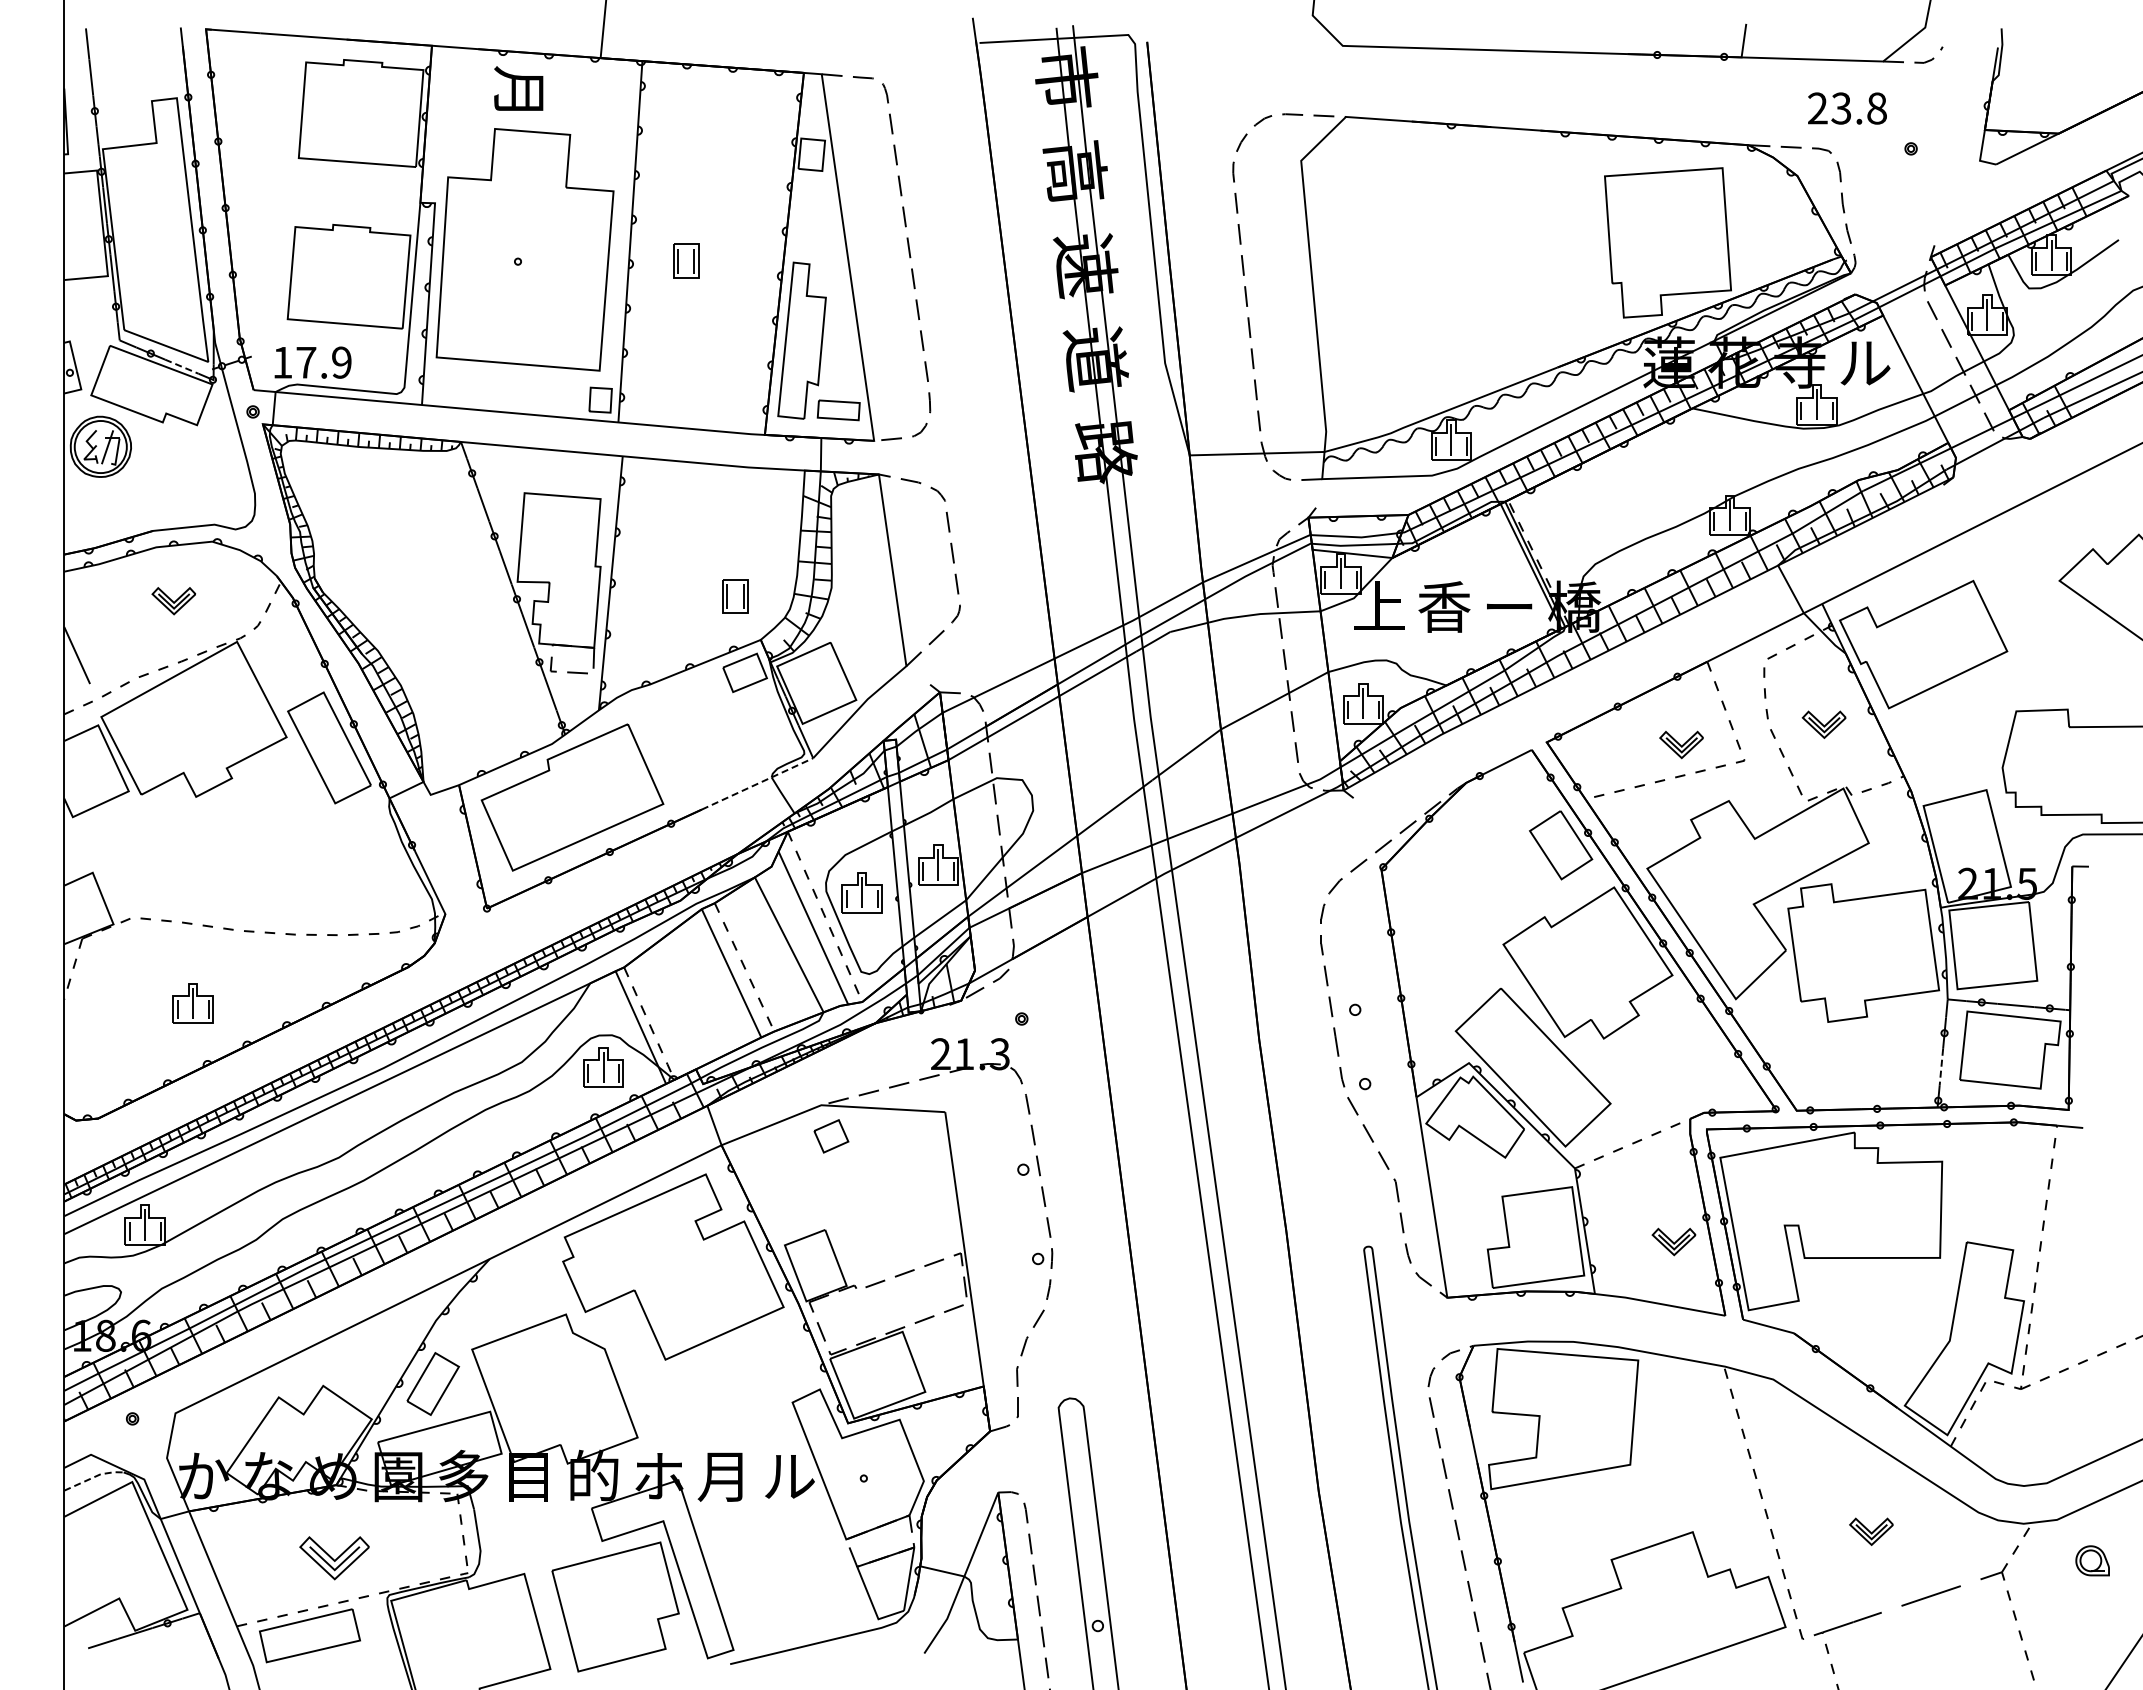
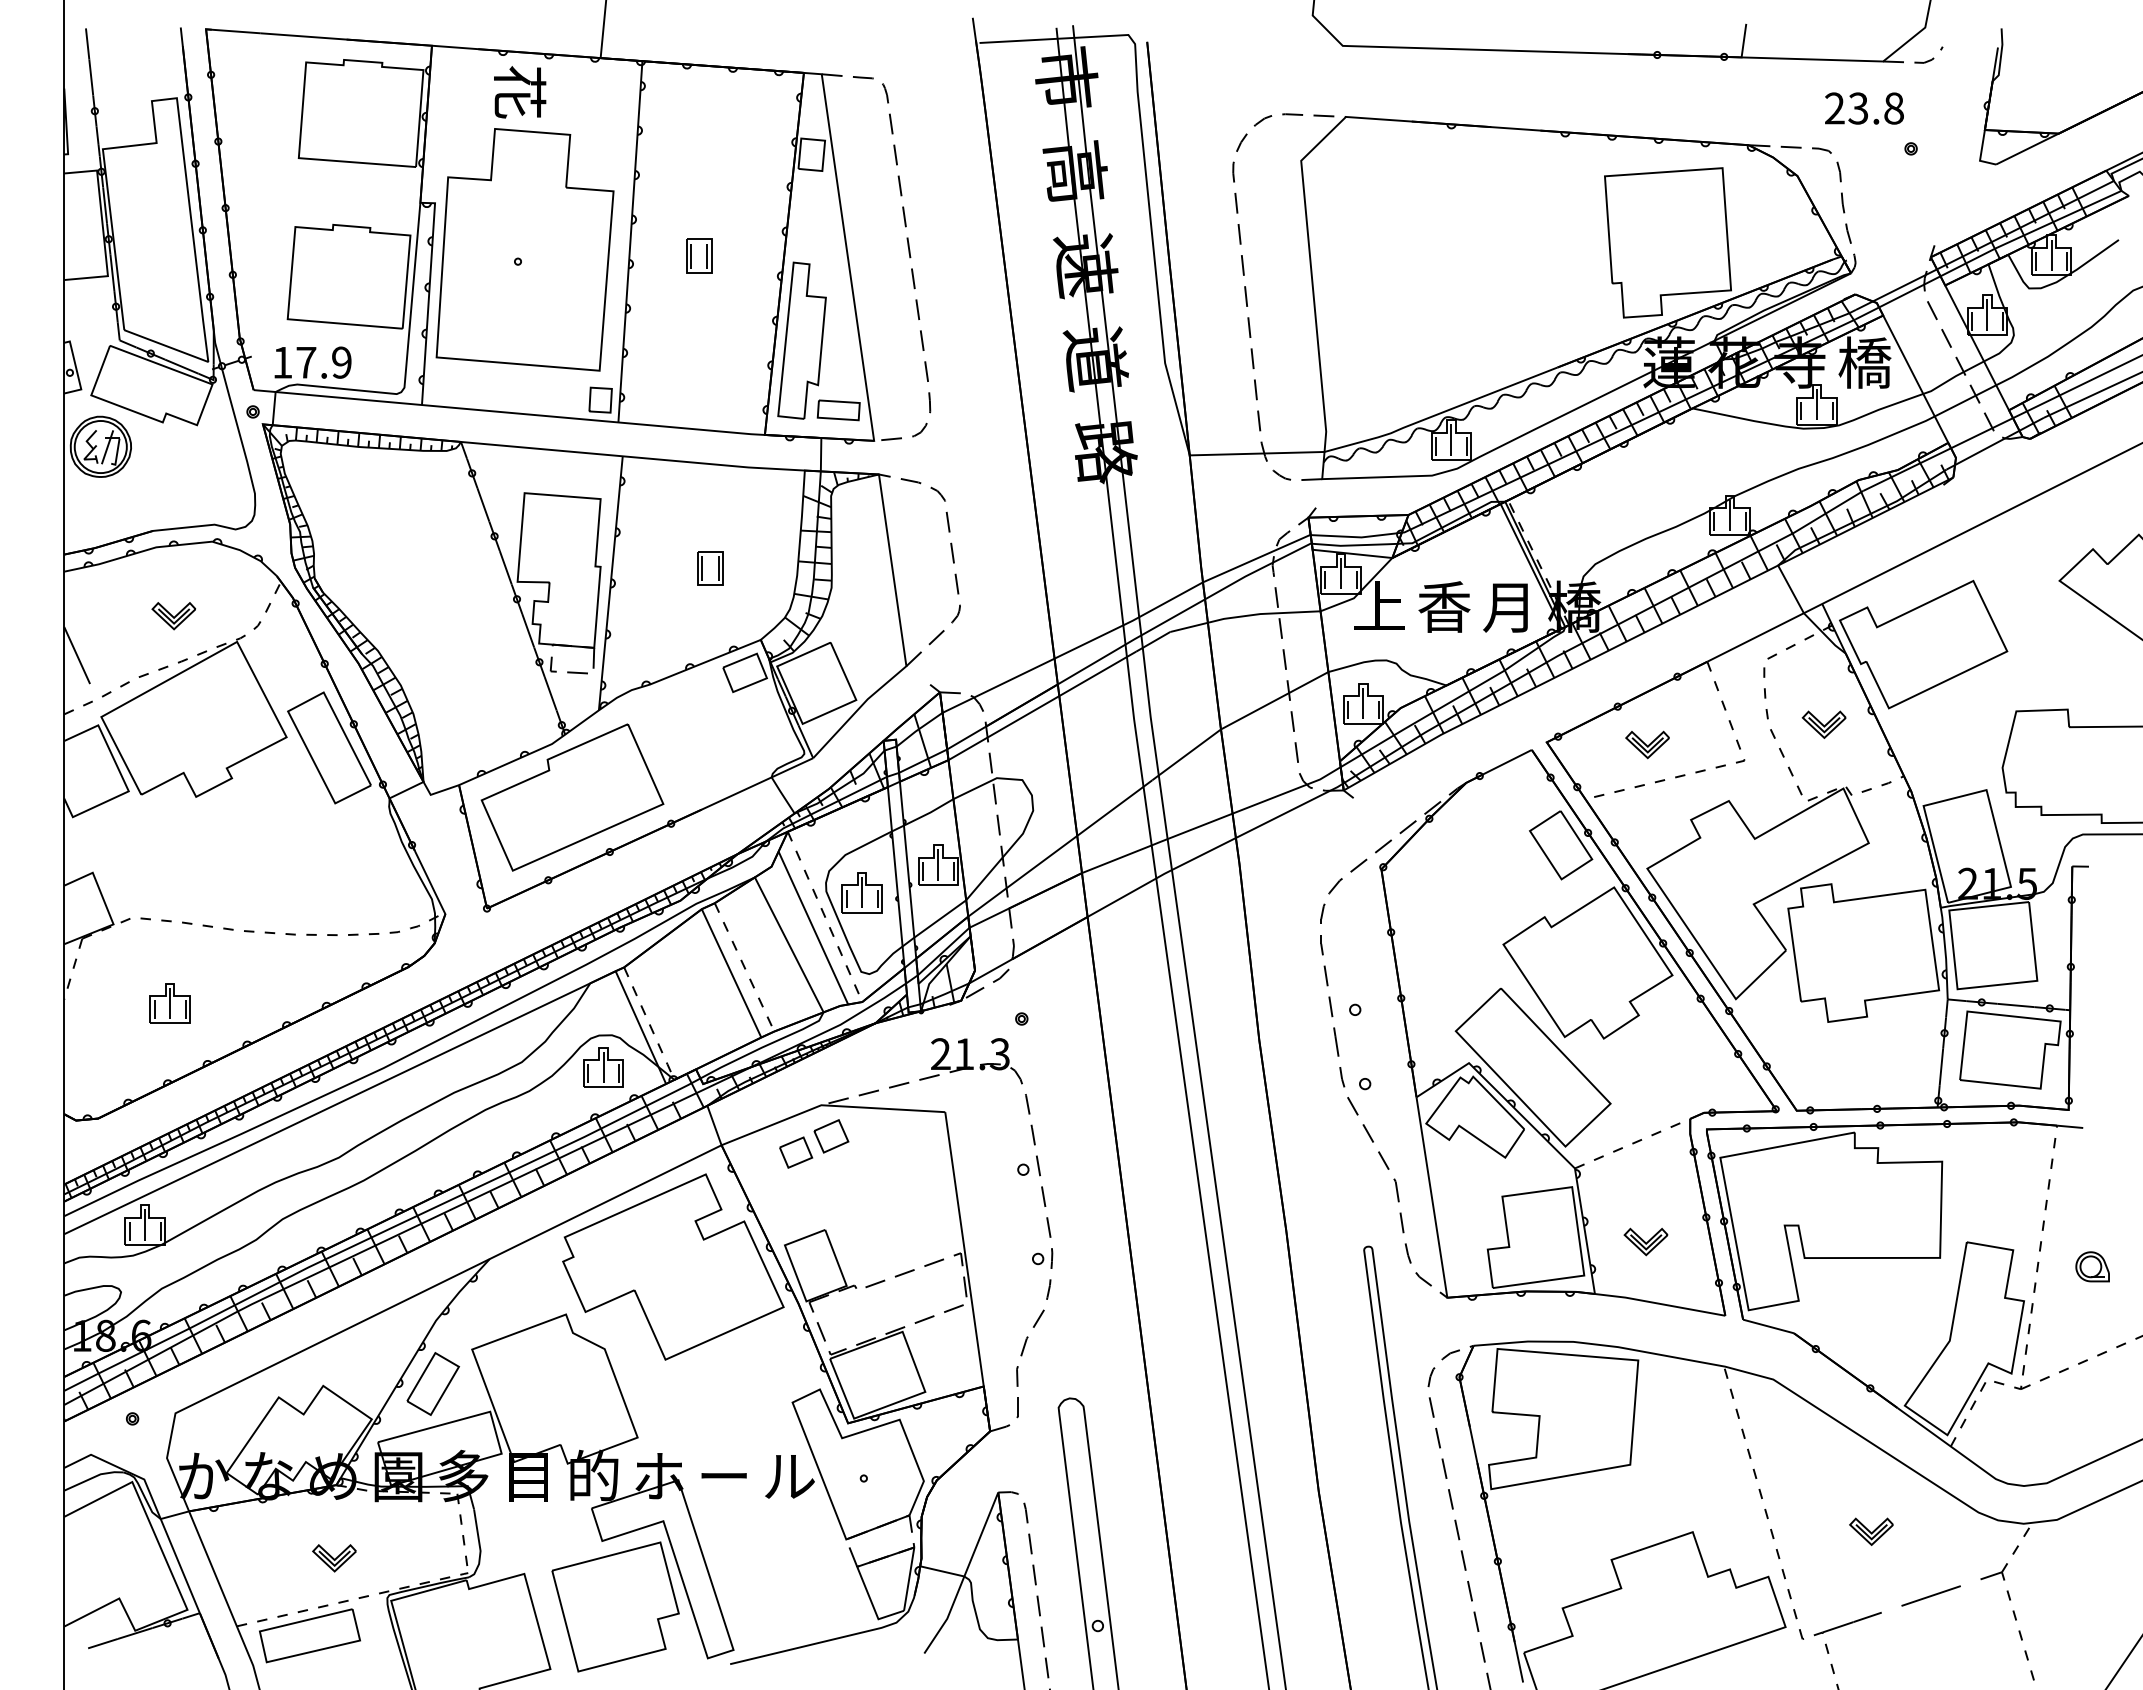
text at (520, 92): 月 -> 花
text at (1847, 108) position: (1847, 108) -> (1864, 108)
part at (686, 260) position: (686, 260) -> (699, 255)
text at (1864, 362): ル -> 橋
line at (182, 366): dashed -> solid
part at (735, 596) position: (735, 596) -> (710, 568)
part at (173, 601) position: (173, 601) -> (173, 616)
text at (1507, 607): ー -> 月
part at (1681, 744) position: (1681, 744) -> (1647, 744)
line at (758, 783): dashed -> solid
part at (192, 1003) position: (192, 1003) -> (169, 1003)
line at (1941, 1067): dashed -> solid
part at (796, 1152): none -> present
part at (1673, 1241) position: (1673, 1241) -> (1645, 1241)
text at (721, 1476): 月 -> ー
line at (94, 1477): dashed -> solid
part at (334, 1558) size: 71x45 px -> 45x29 px
part at (2092, 1560) position: (2092, 1560) -> (2092, 1266)
